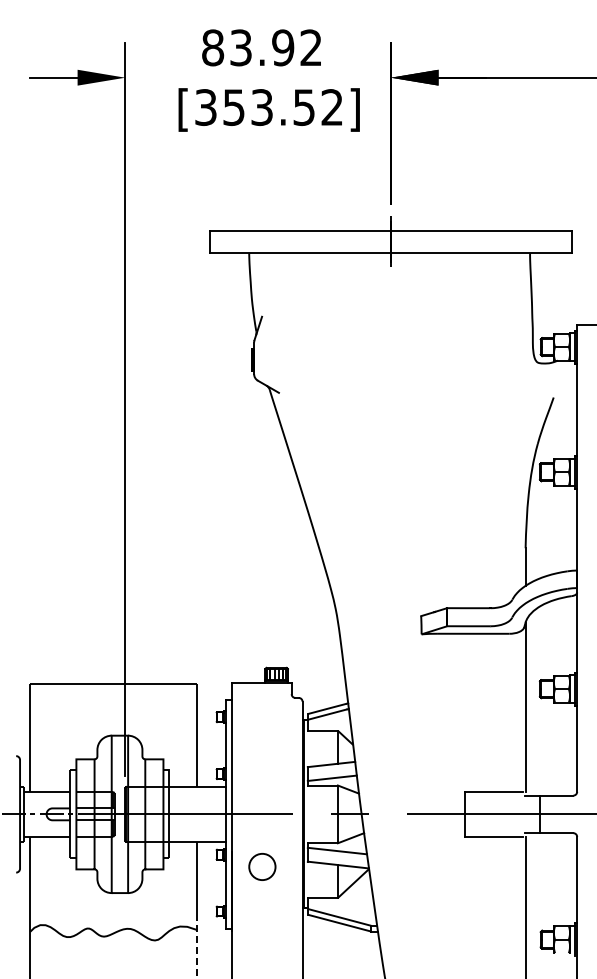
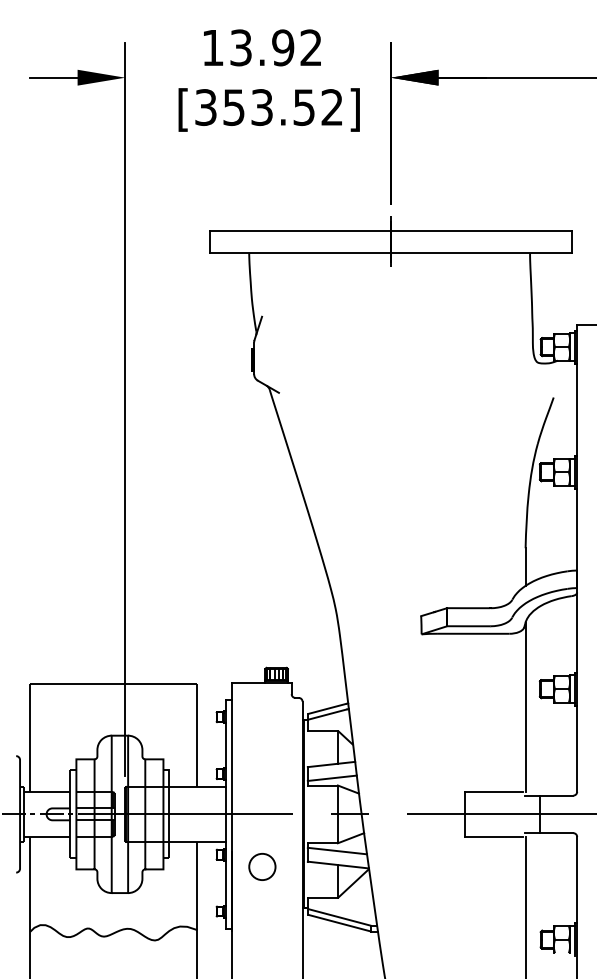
text at (213, 47): 83.92 -> 13.92
line at (197, 945): dashed -> solid
